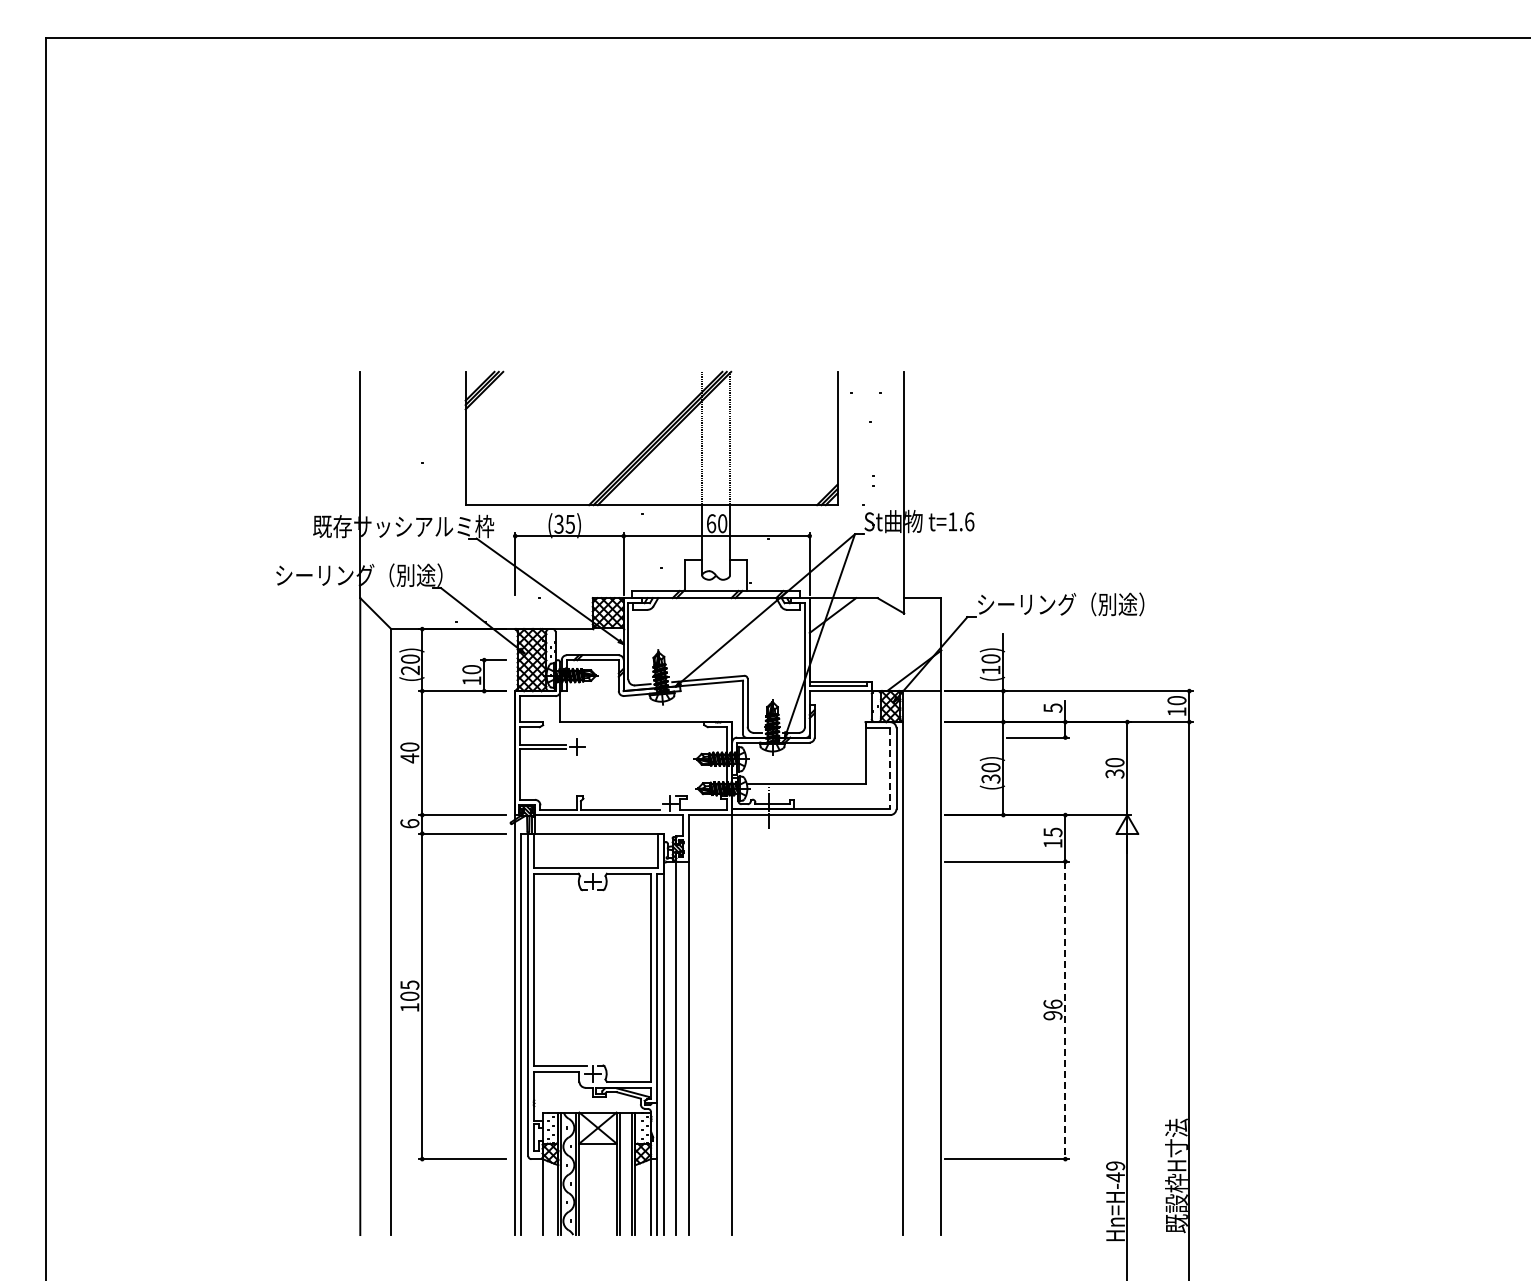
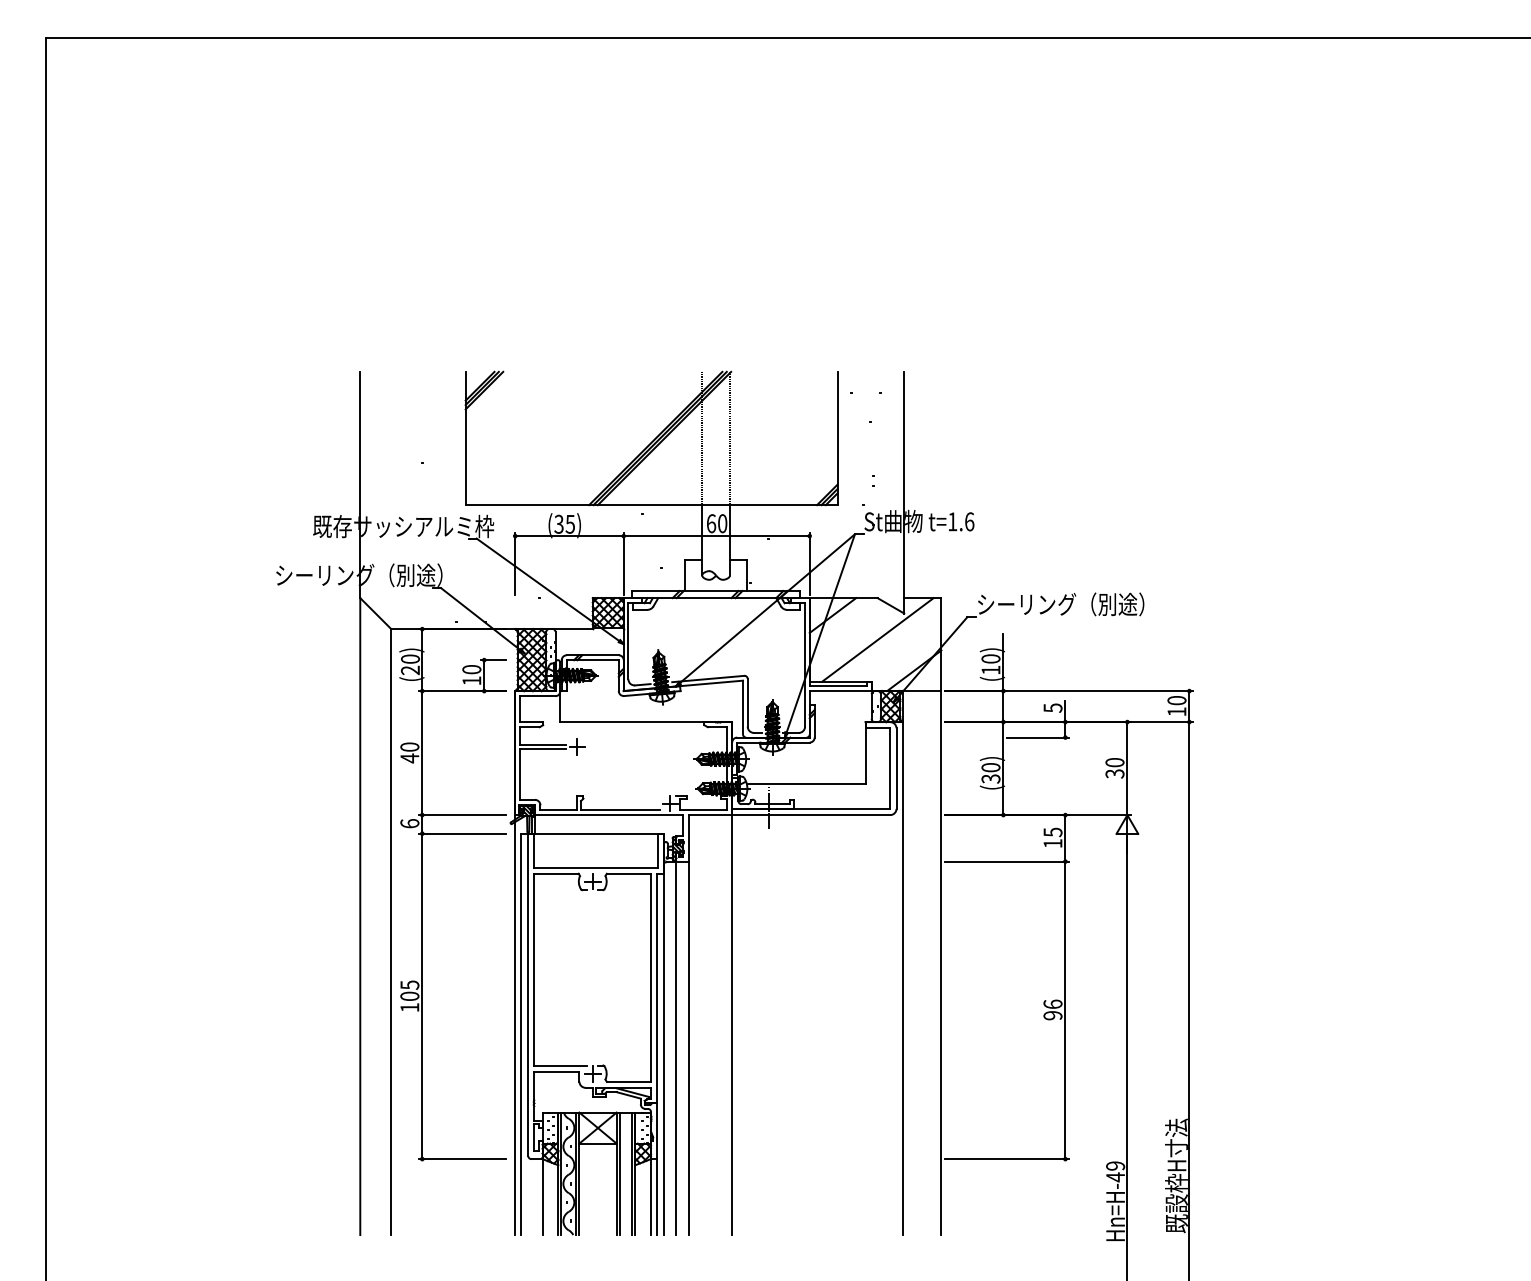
line at (877, 639): none -> present
line at (890, 769): dashed -> solid
line at (1065, 1010): dashed -> solid
